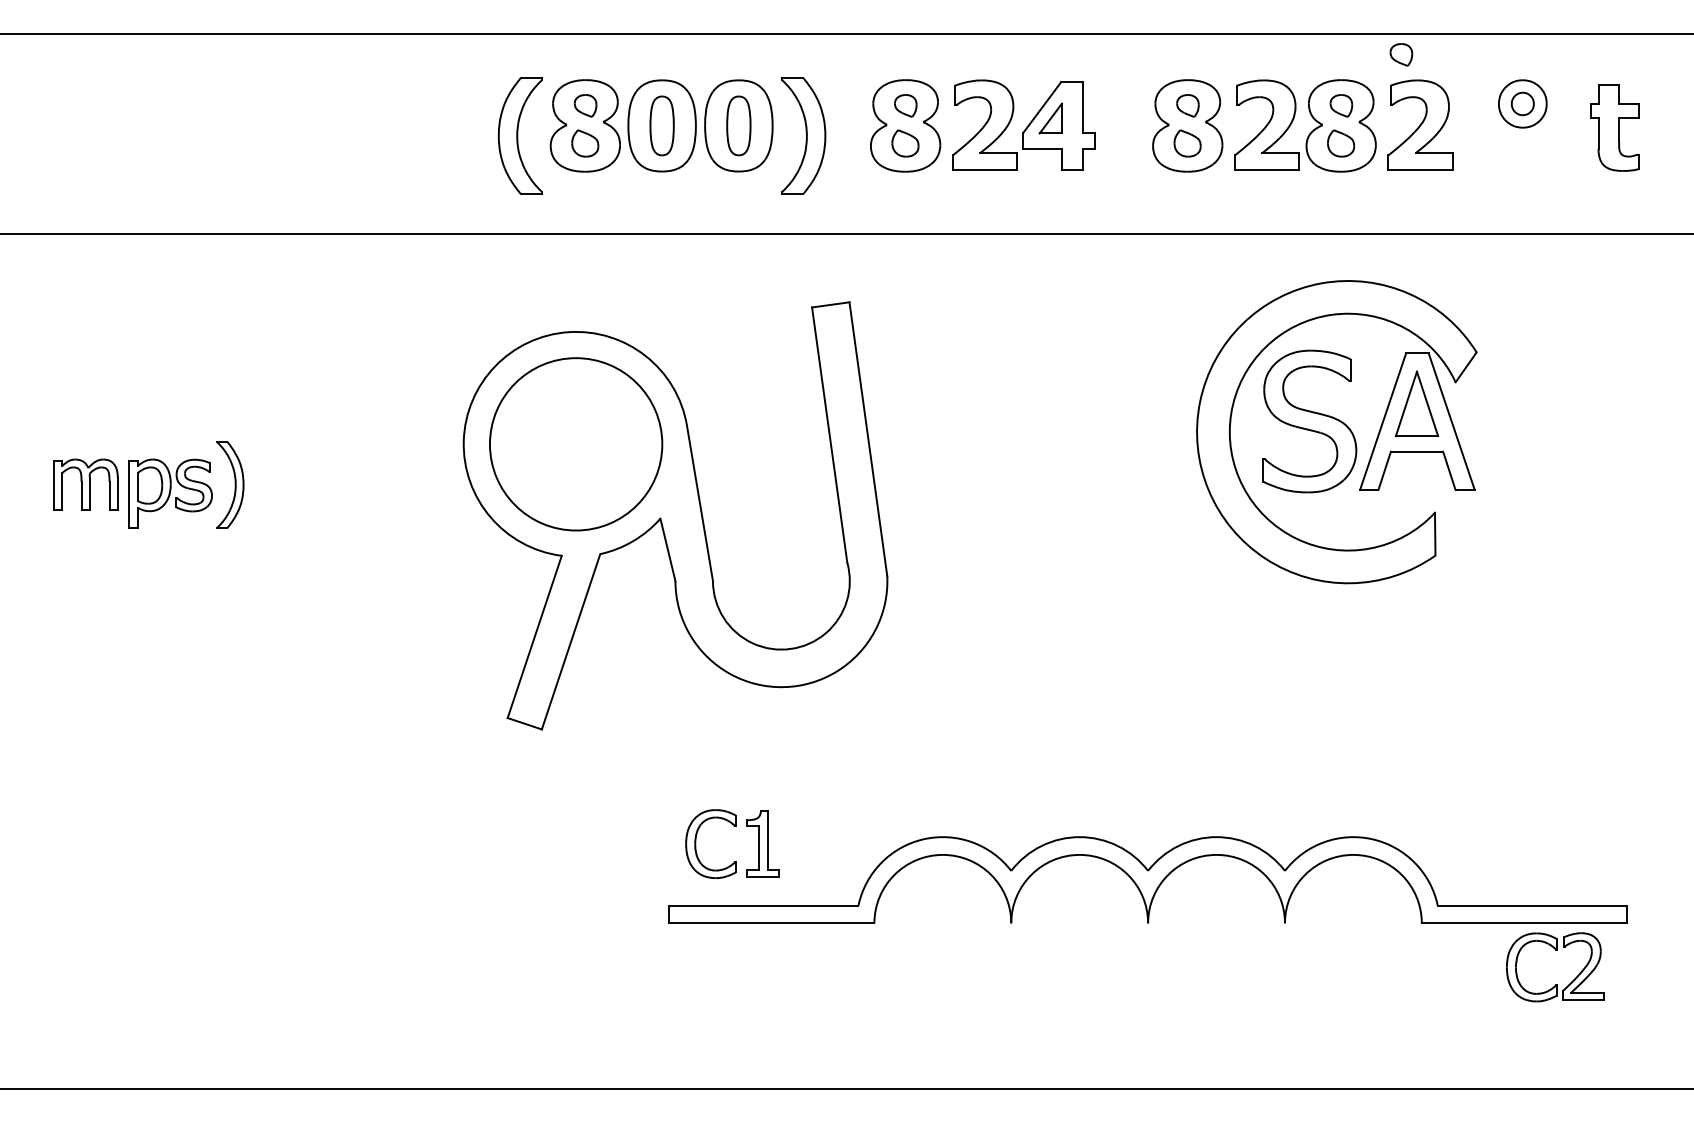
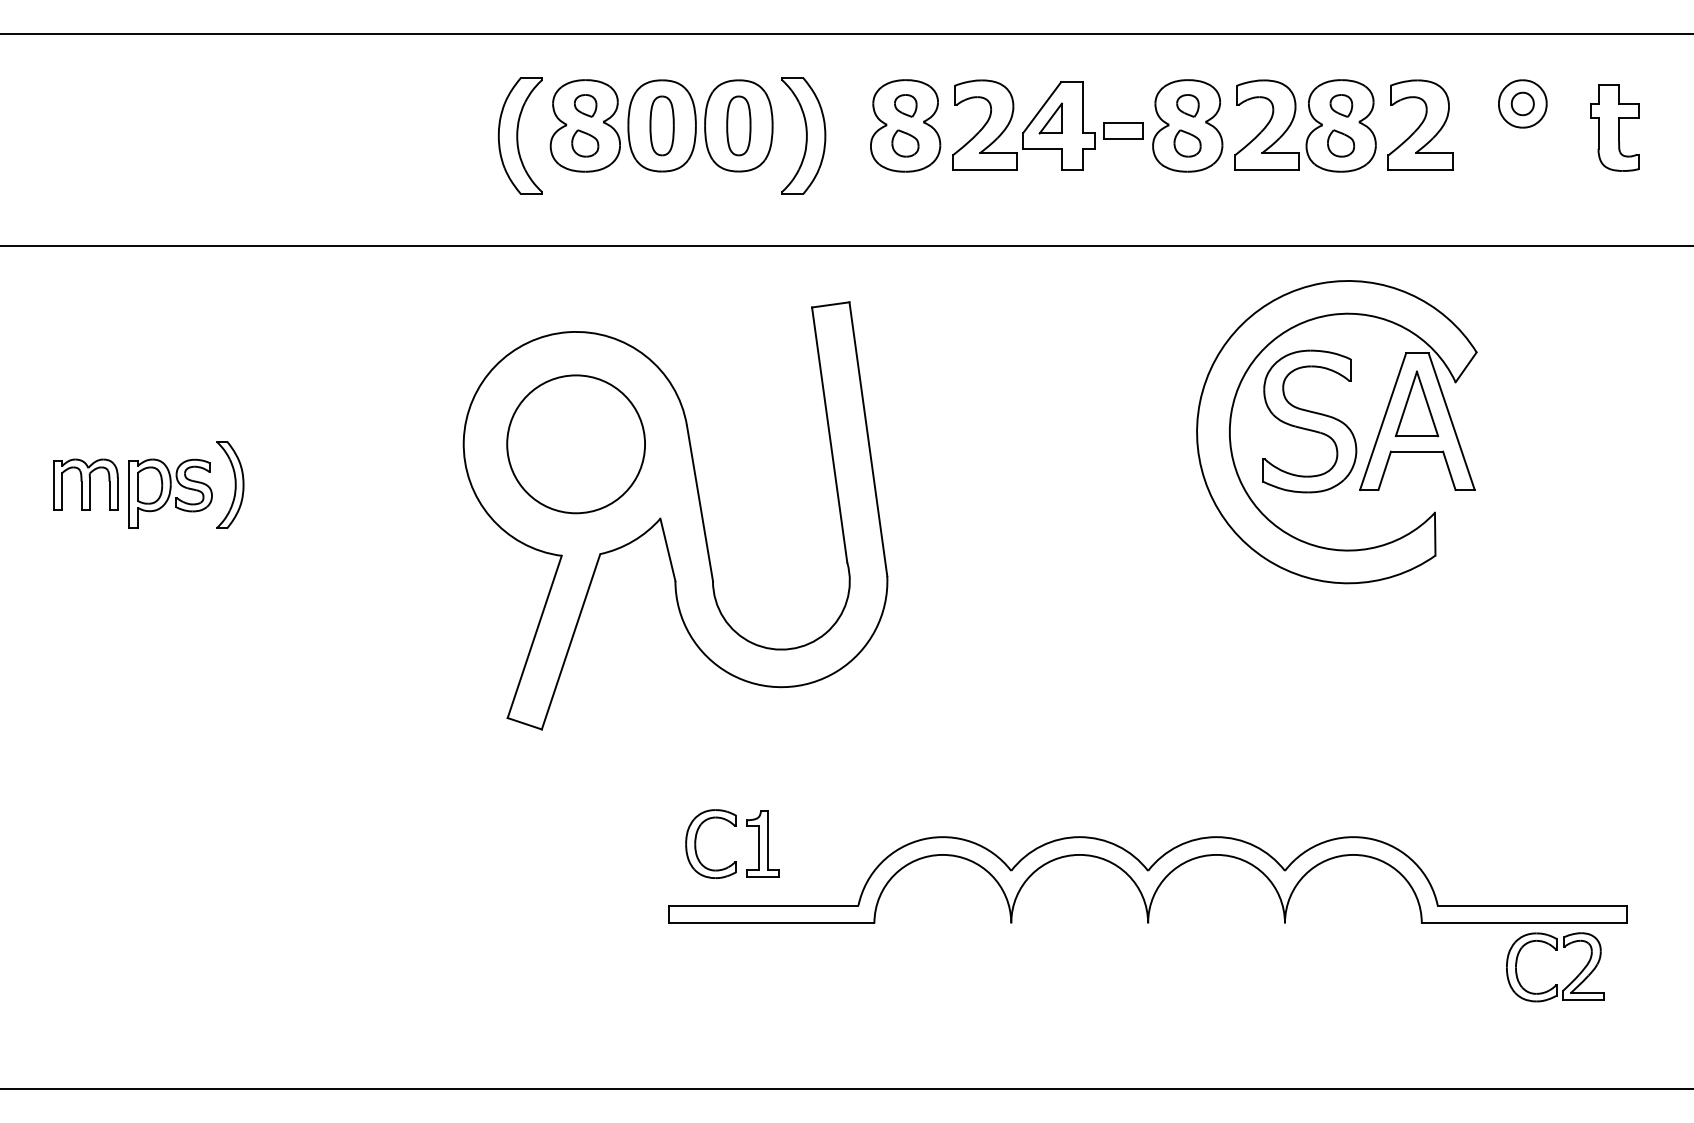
part at (1401, 54): present -> none
part at (1123, 130): none -> present
line at (846, 234) position: (846, 234) -> (846, 246)
circle at (575, 444) diameter: 172 px -> 138 px
